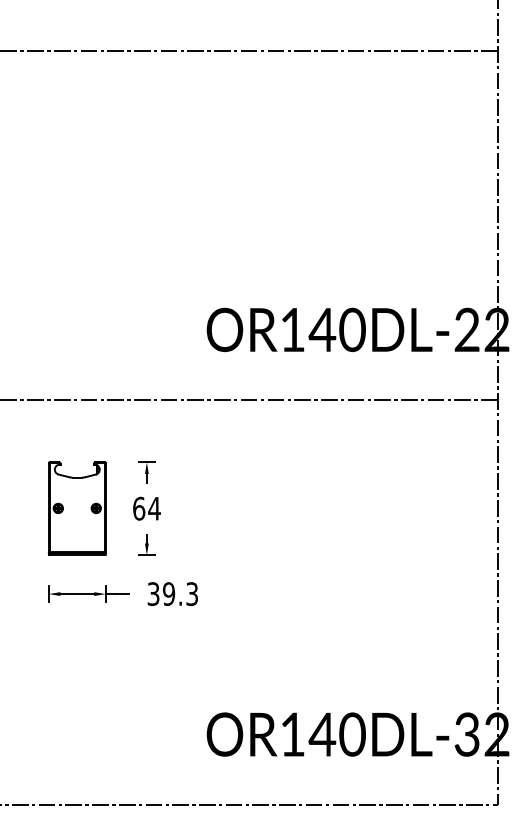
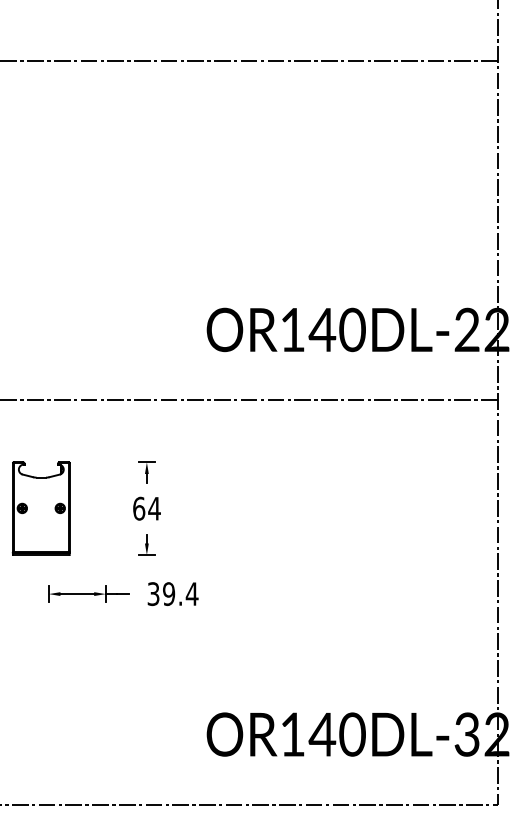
line at (249, 51) position: (249, 51) -> (249, 61)
part at (76, 508) position: (76, 508) -> (40, 508)
text at (191, 594): 39.3 -> 39.4
